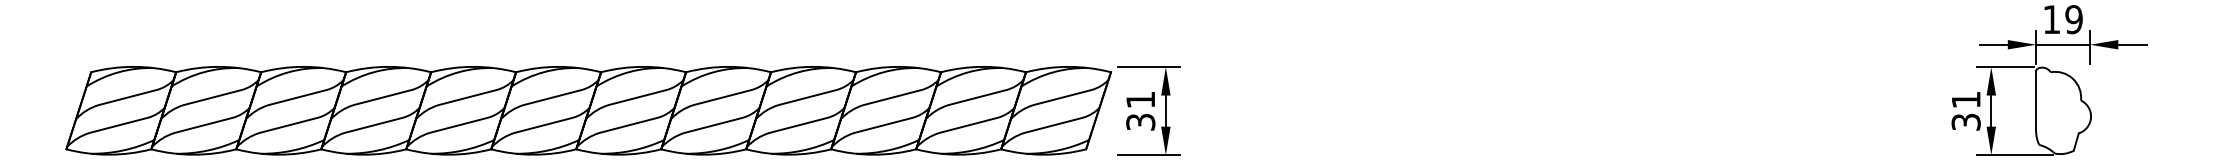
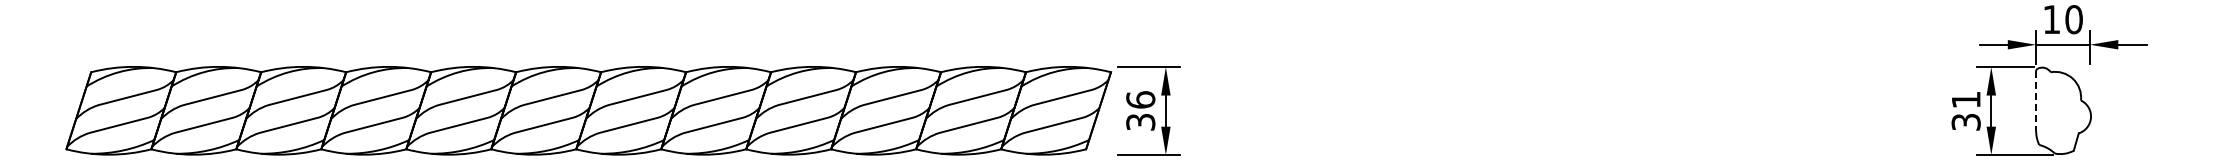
text at (2073, 19): 19 -> 10
text at (1140, 99): 31 -> 36
line at (2036, 101): solid -> dashed
